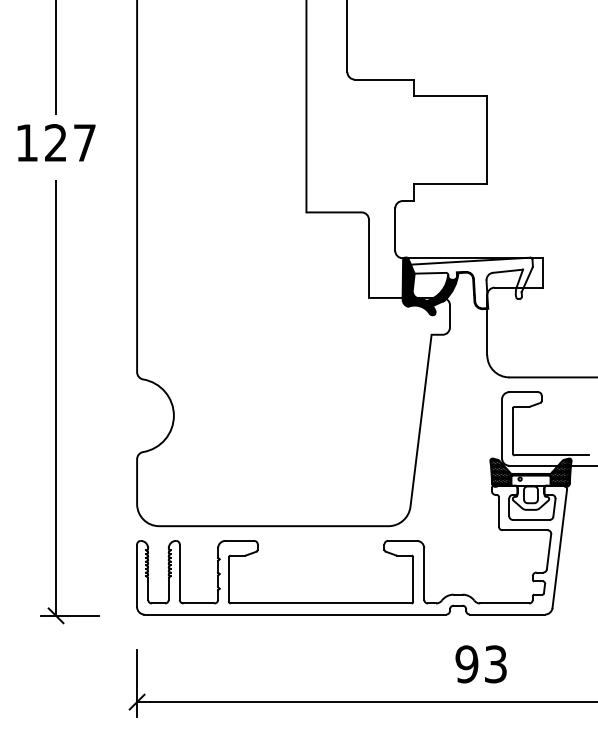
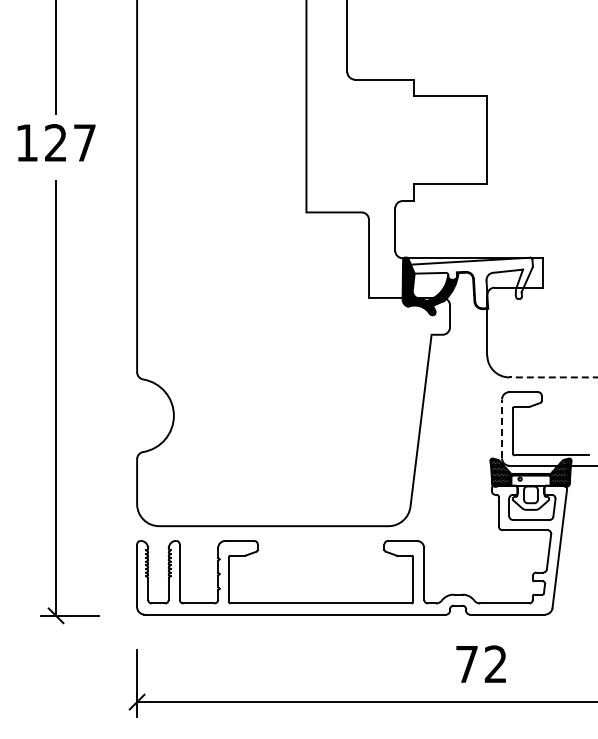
line at (553, 377): solid -> dashed
line at (502, 428): solid -> dashed
text at (480, 664): 93 -> 72
